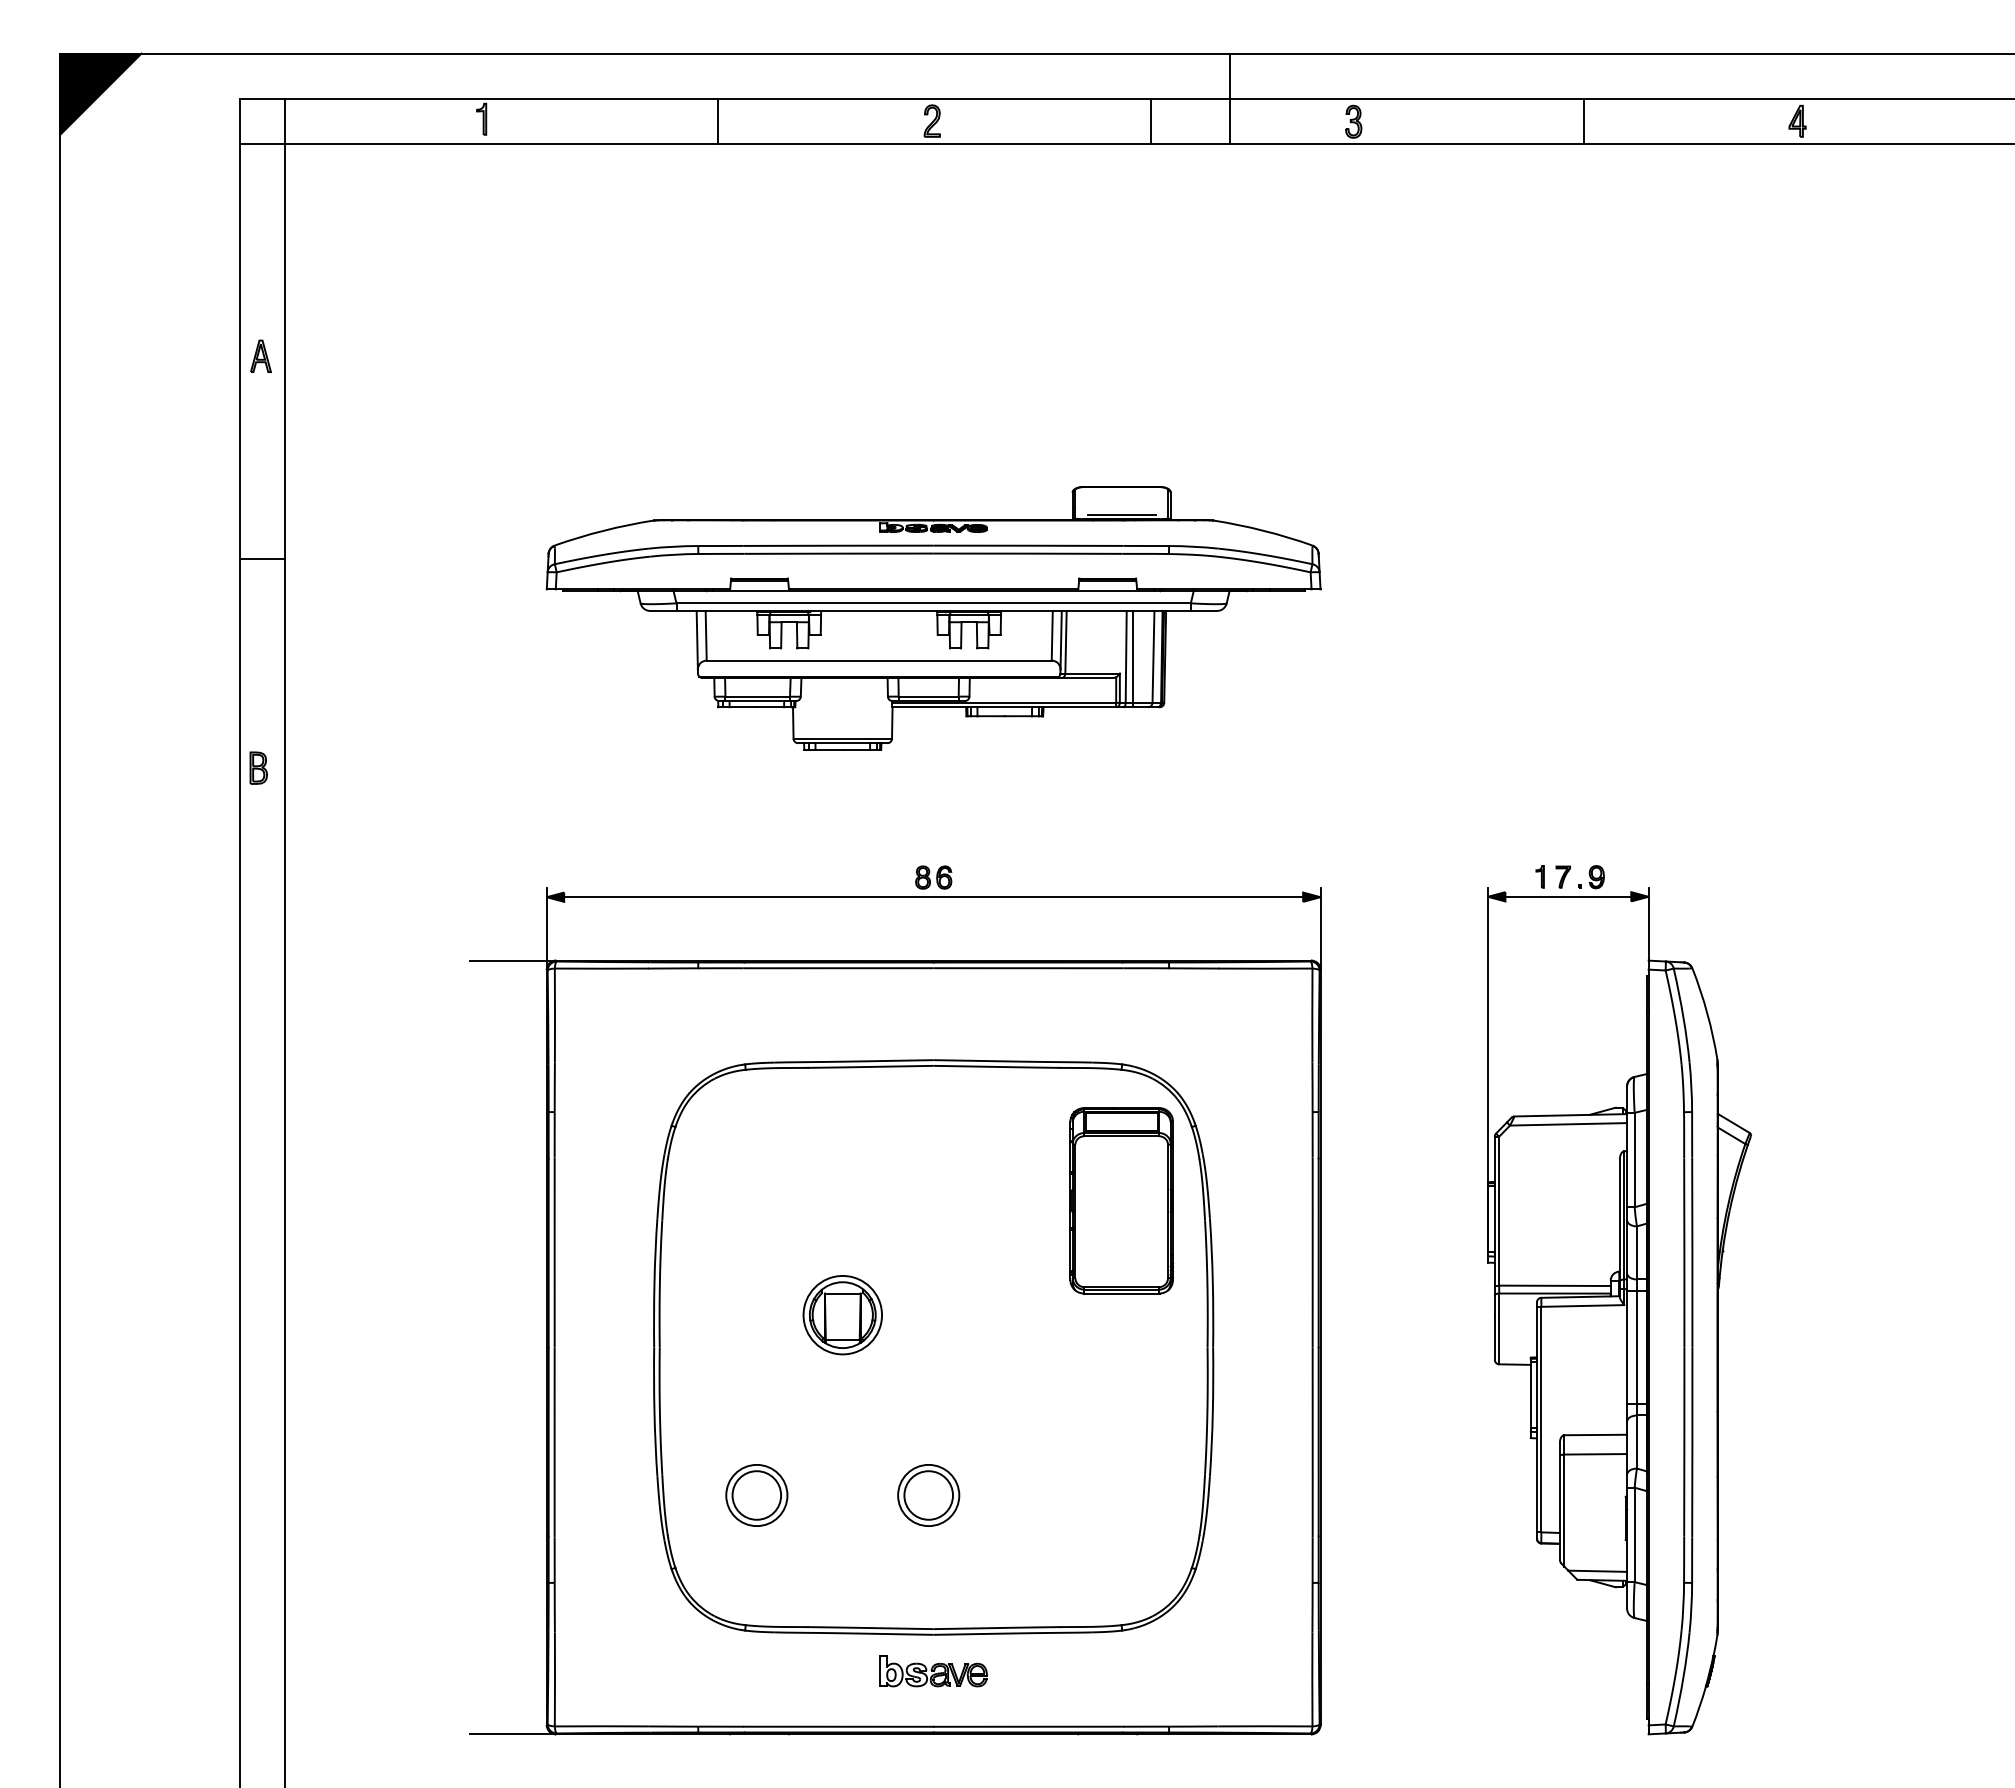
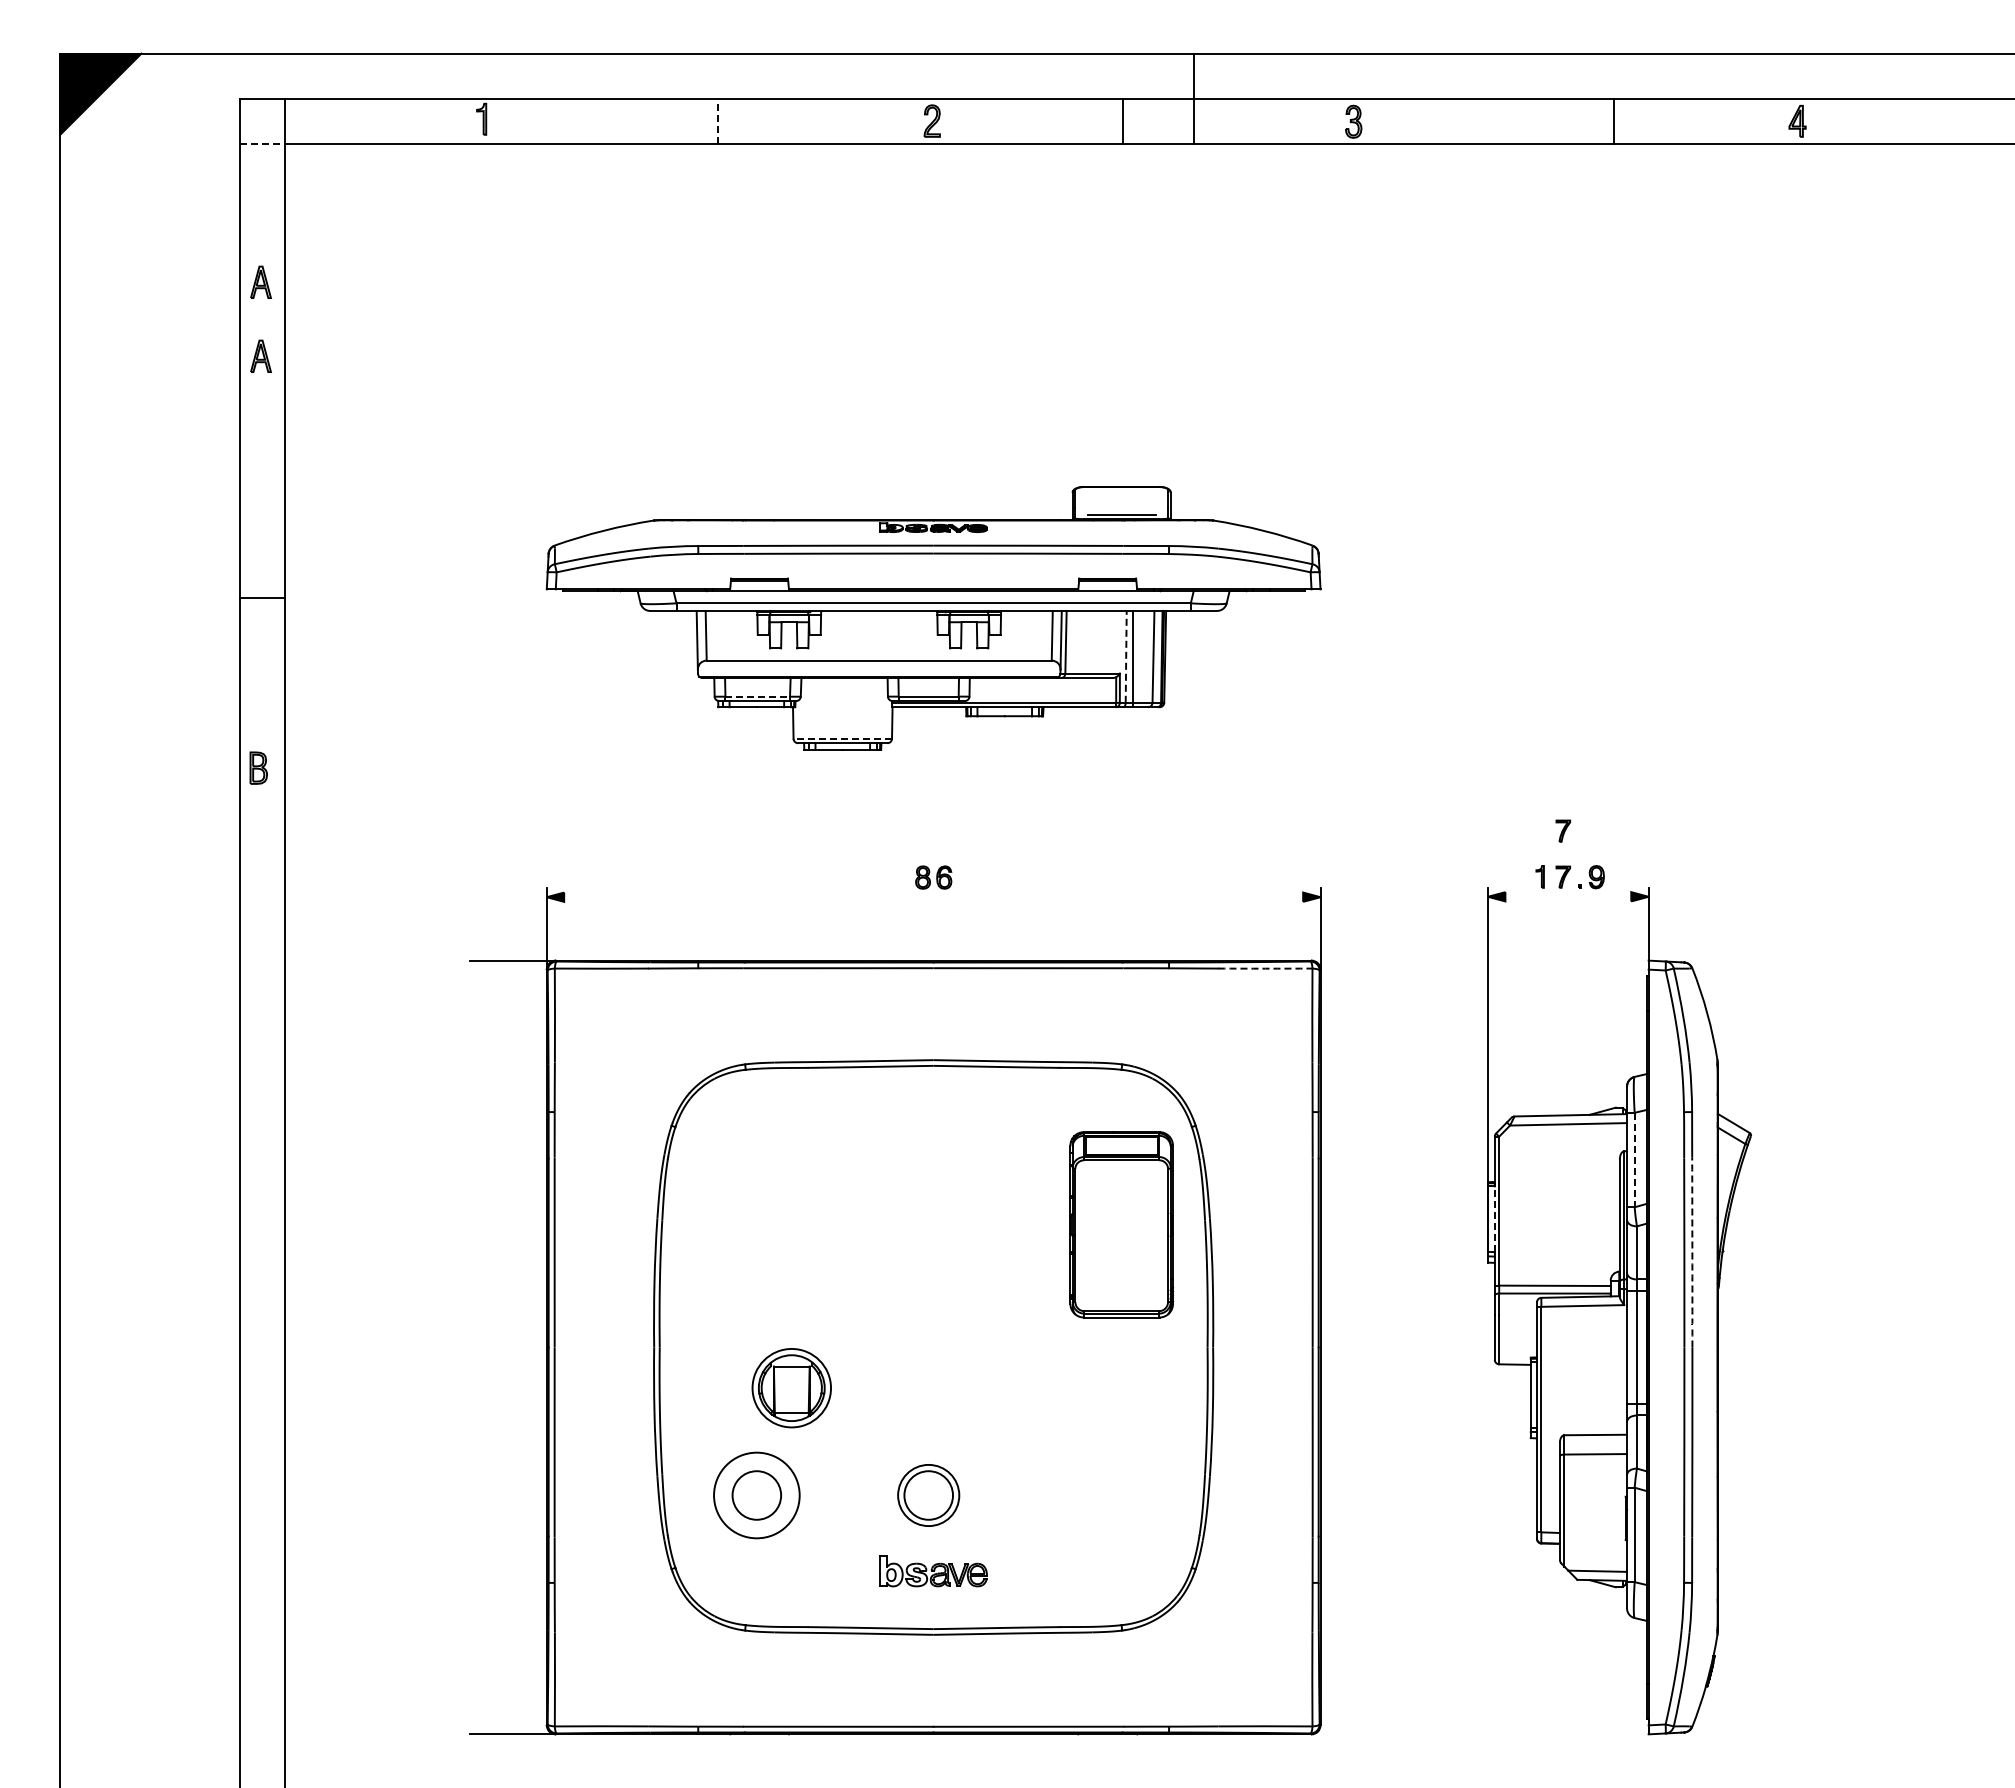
line at (1230, 98) position: (1230, 98) -> (1194, 98)
line at (718, 120): solid -> dashed
line at (1151, 120) position: (1151, 120) -> (1123, 120)
line at (1584, 120) position: (1584, 120) -> (1614, 120)
line at (263, 143): solid -> dashed
part at (260, 281): none -> present
line at (262, 558) position: (262, 558) -> (262, 597)
line at (1126, 656): solid -> dashed
line at (758, 696): solid -> dashed
line at (842, 738): solid -> dashed
part at (1562, 830): none -> present
line at (1568, 896): present -> none
line at (933, 897): present -> none
arc at (1265, 968): solid -> dashed
line at (1634, 1160): solid -> dashed
part at (1121, 1200) position: (1121, 1200) -> (1121, 1224)
line at (1494, 1219): solid -> dashed
arc at (1692, 1252): solid -> dashed
part at (842, 1315) position: (842, 1315) -> (791, 1388)
circle at (756, 1495) diameter: 61 px -> 86 px
part at (933, 1671) position: (933, 1671) -> (933, 1571)
